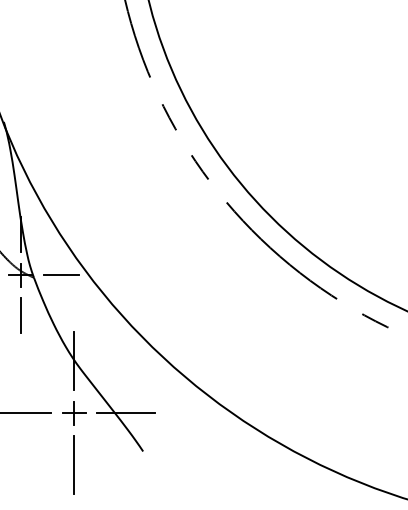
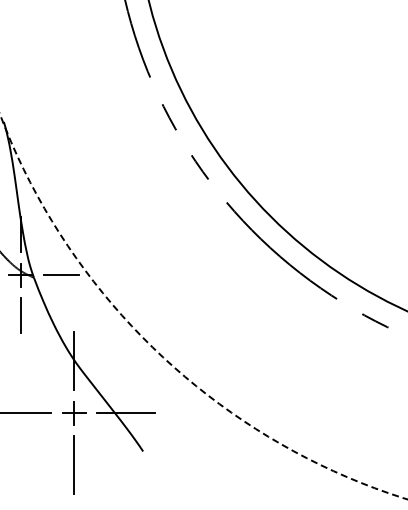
arc at (160, 354): solid -> dashed
